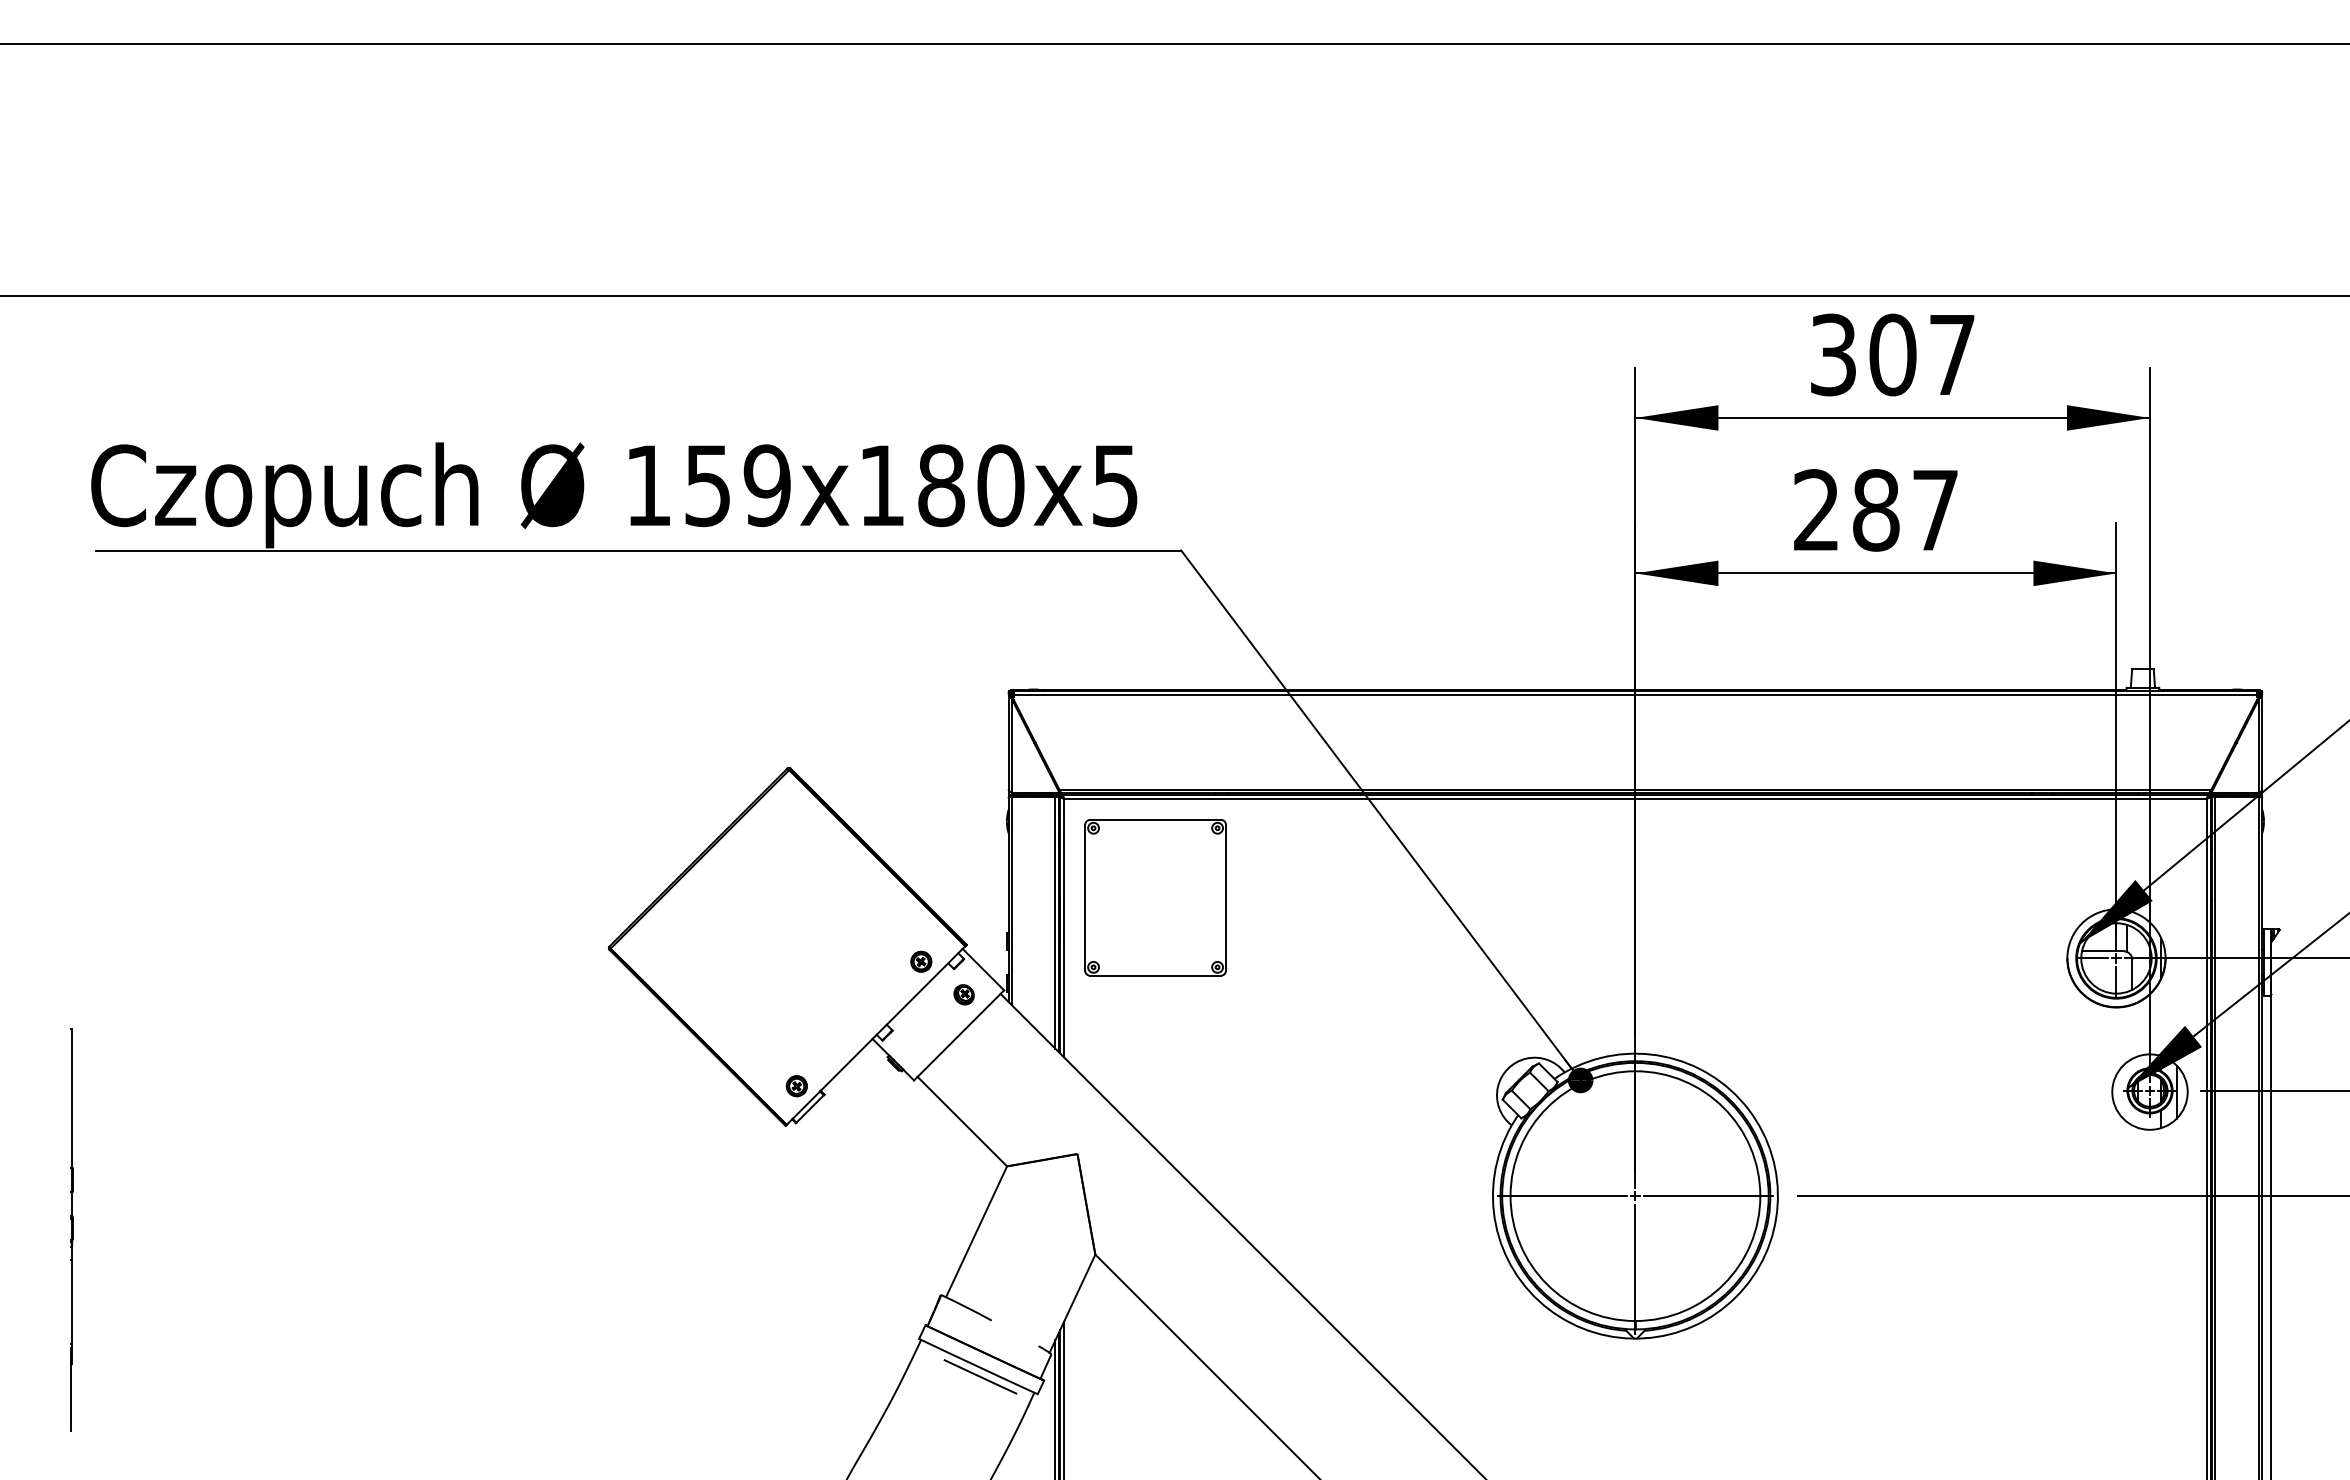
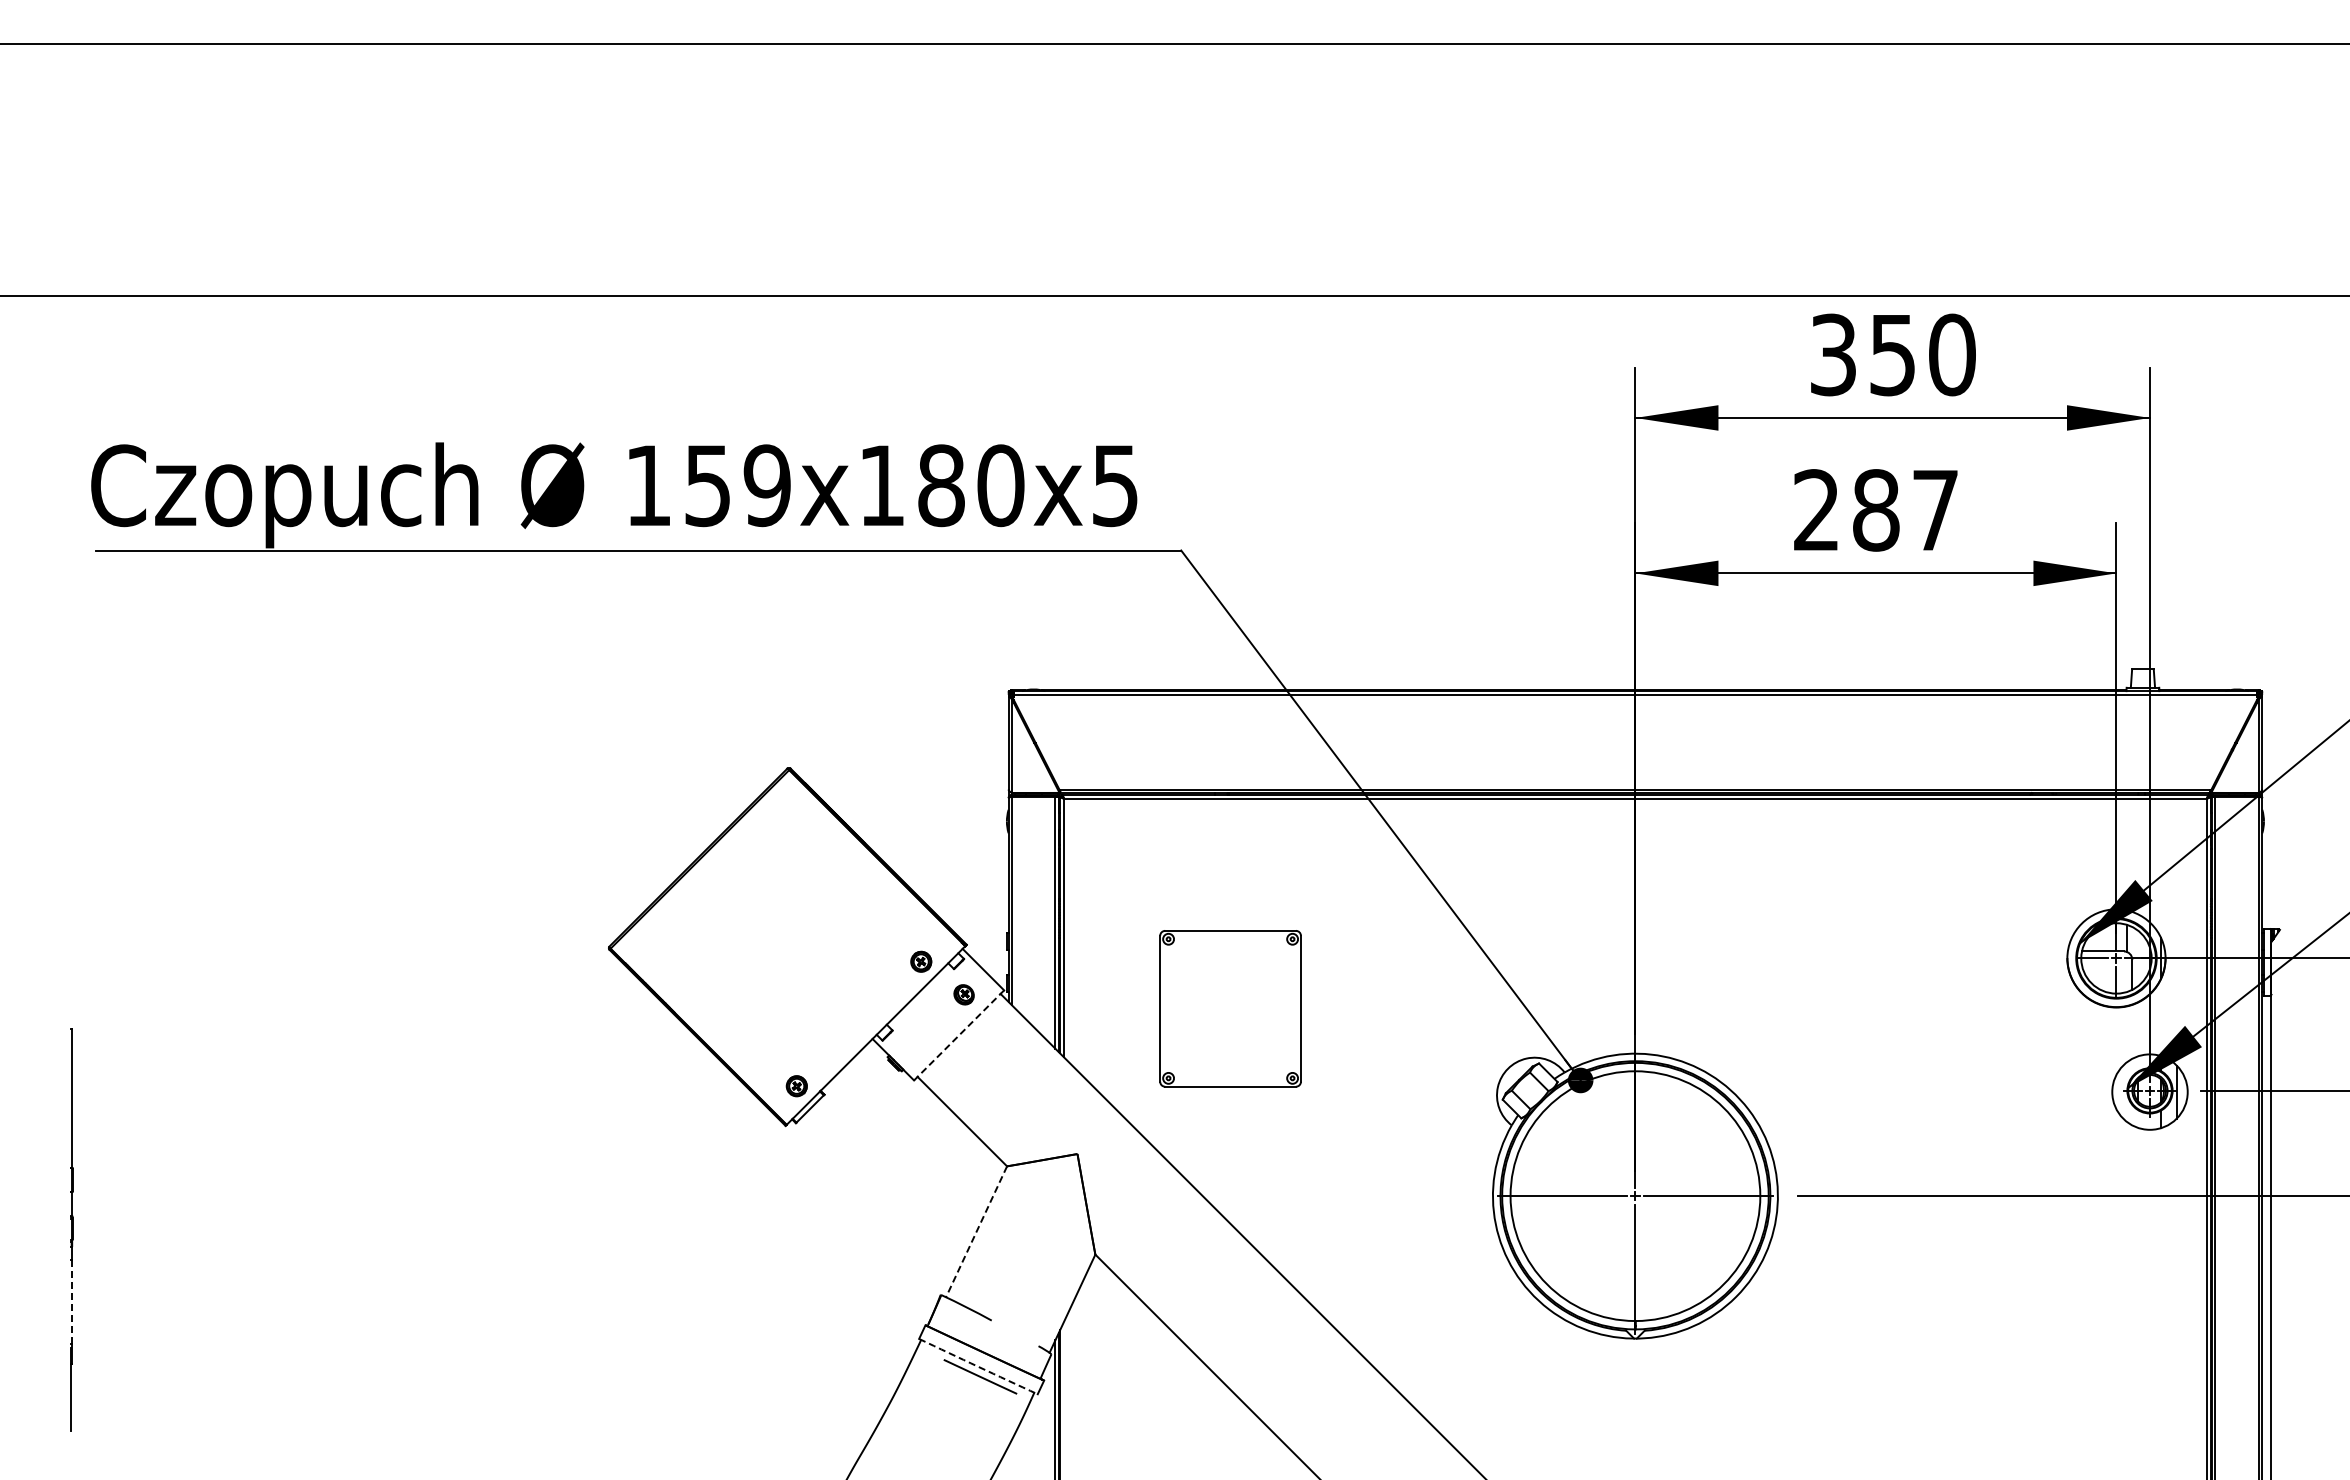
text at (1922, 354): 307 -> 350
part at (1155, 897) position: (1155, 897) -> (1230, 1008)
line at (959, 1035): solid -> dashed
line at (976, 1232): solid -> dashed
line at (72, 1302): solid -> dashed
arc at (978, 1366): solid -> dashed
line at (1064, 1398): present -> none
